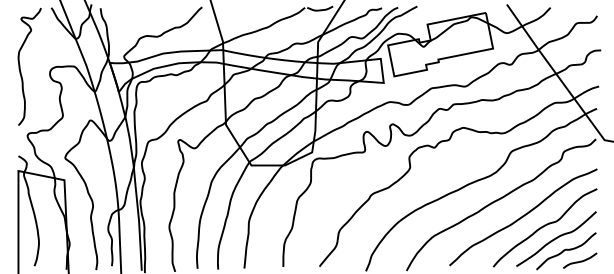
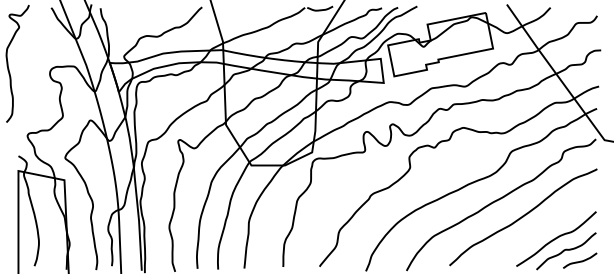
curve at (20, 66) position: (20, 66) -> (8, 63)
curve at (544, 226): present -> none
